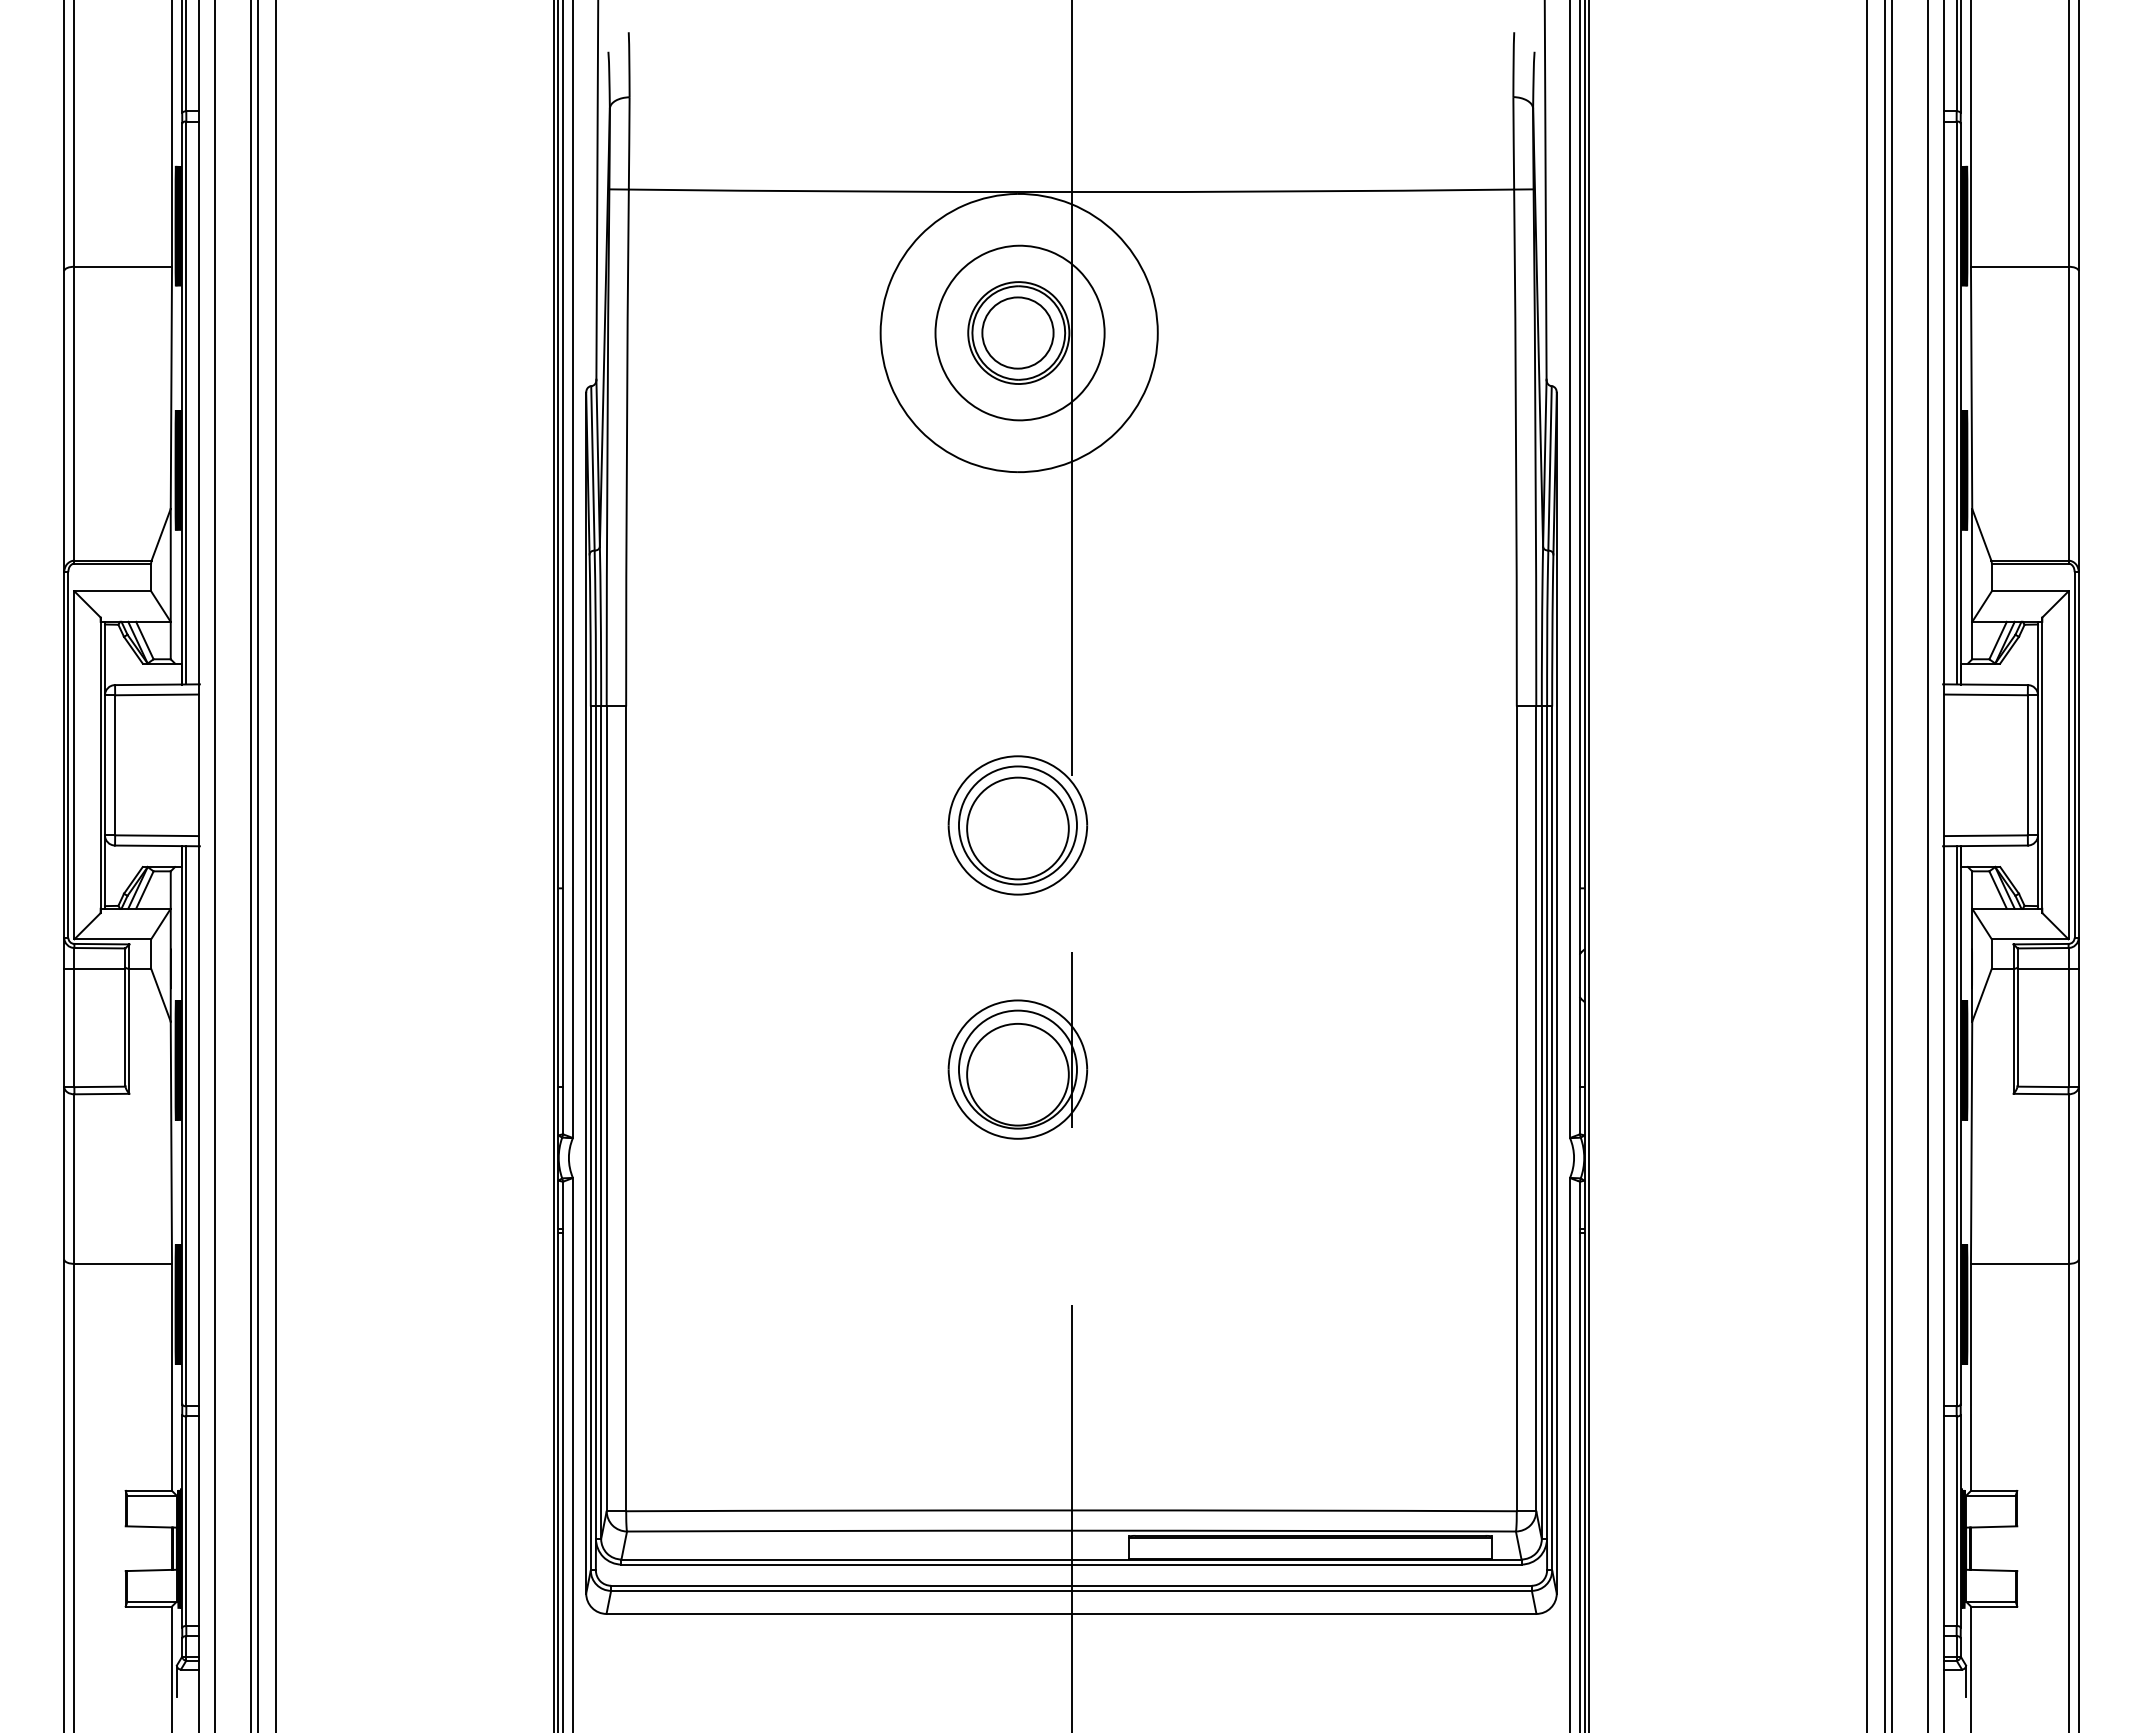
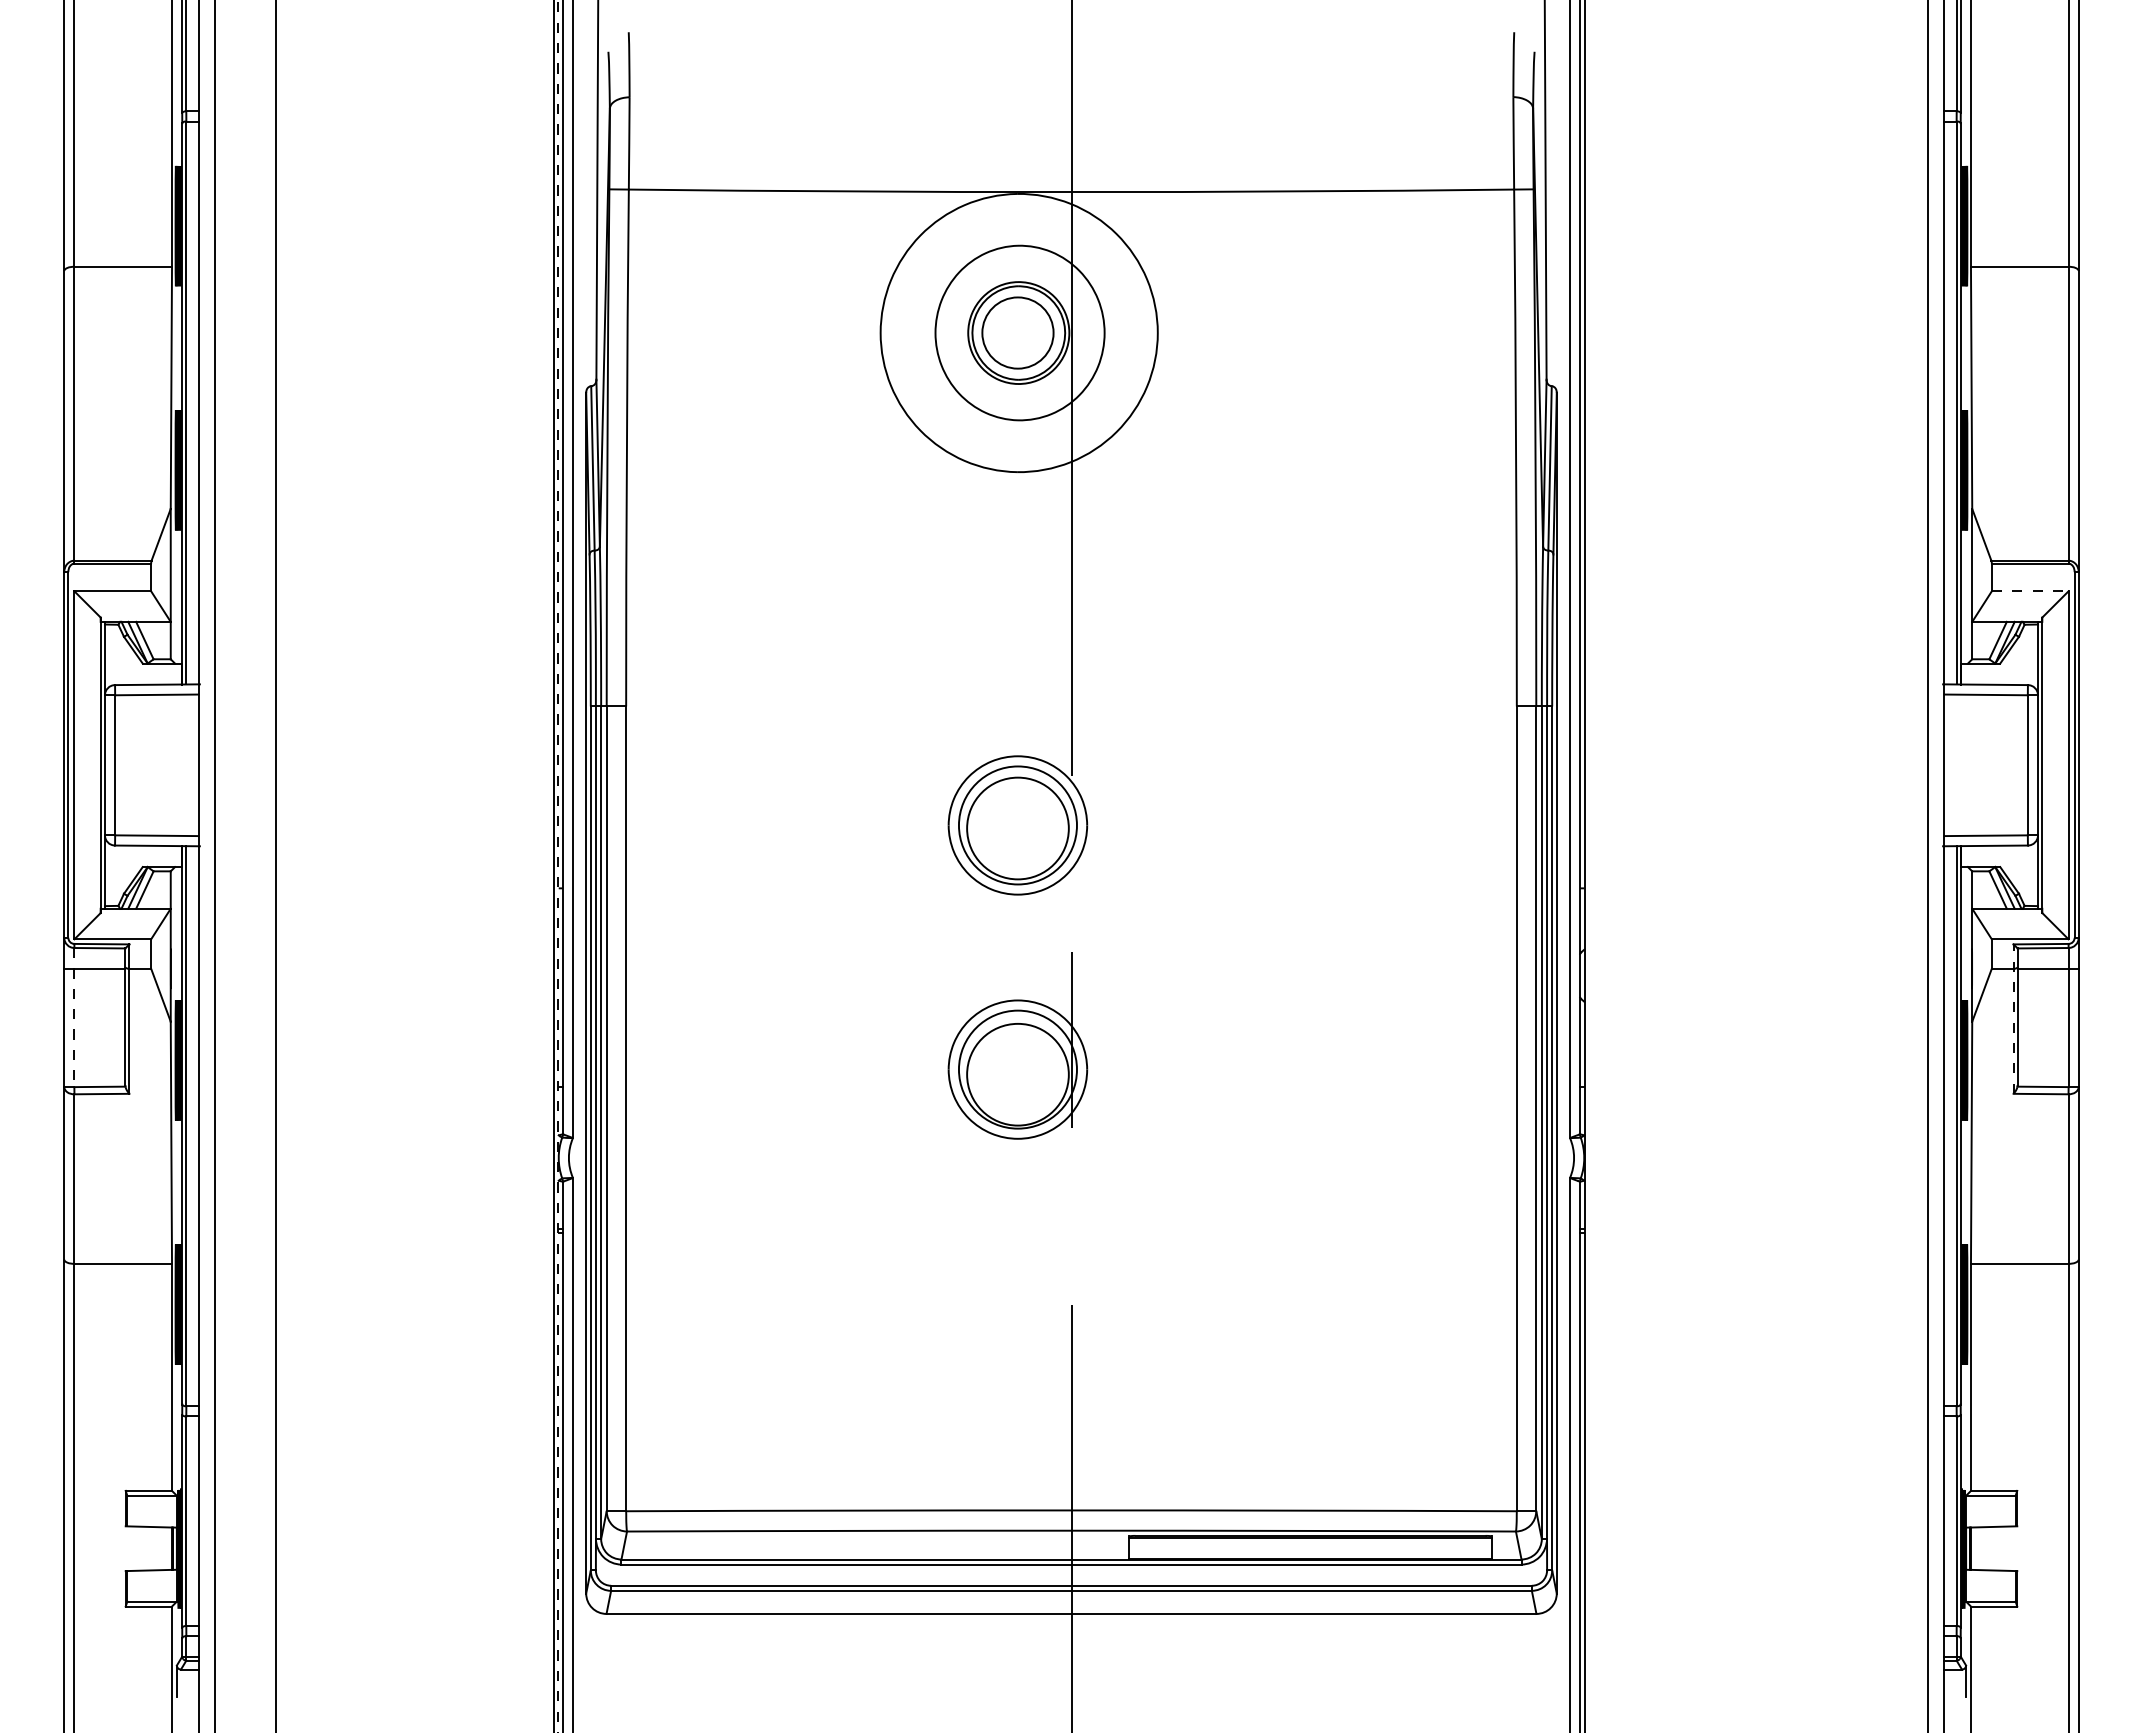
line at (2030, 591): solid -> dashed
line at (250, 865): present -> none
line at (258, 865): present -> none
line at (1588, 865): present -> none
line at (1866, 865): present -> none
line at (1884, 865): present -> none
line at (1892, 865): present -> none
line at (558, 866): solid -> dashed
line at (74, 1017): solid -> dashed
line at (2013, 1019): solid -> dashed
